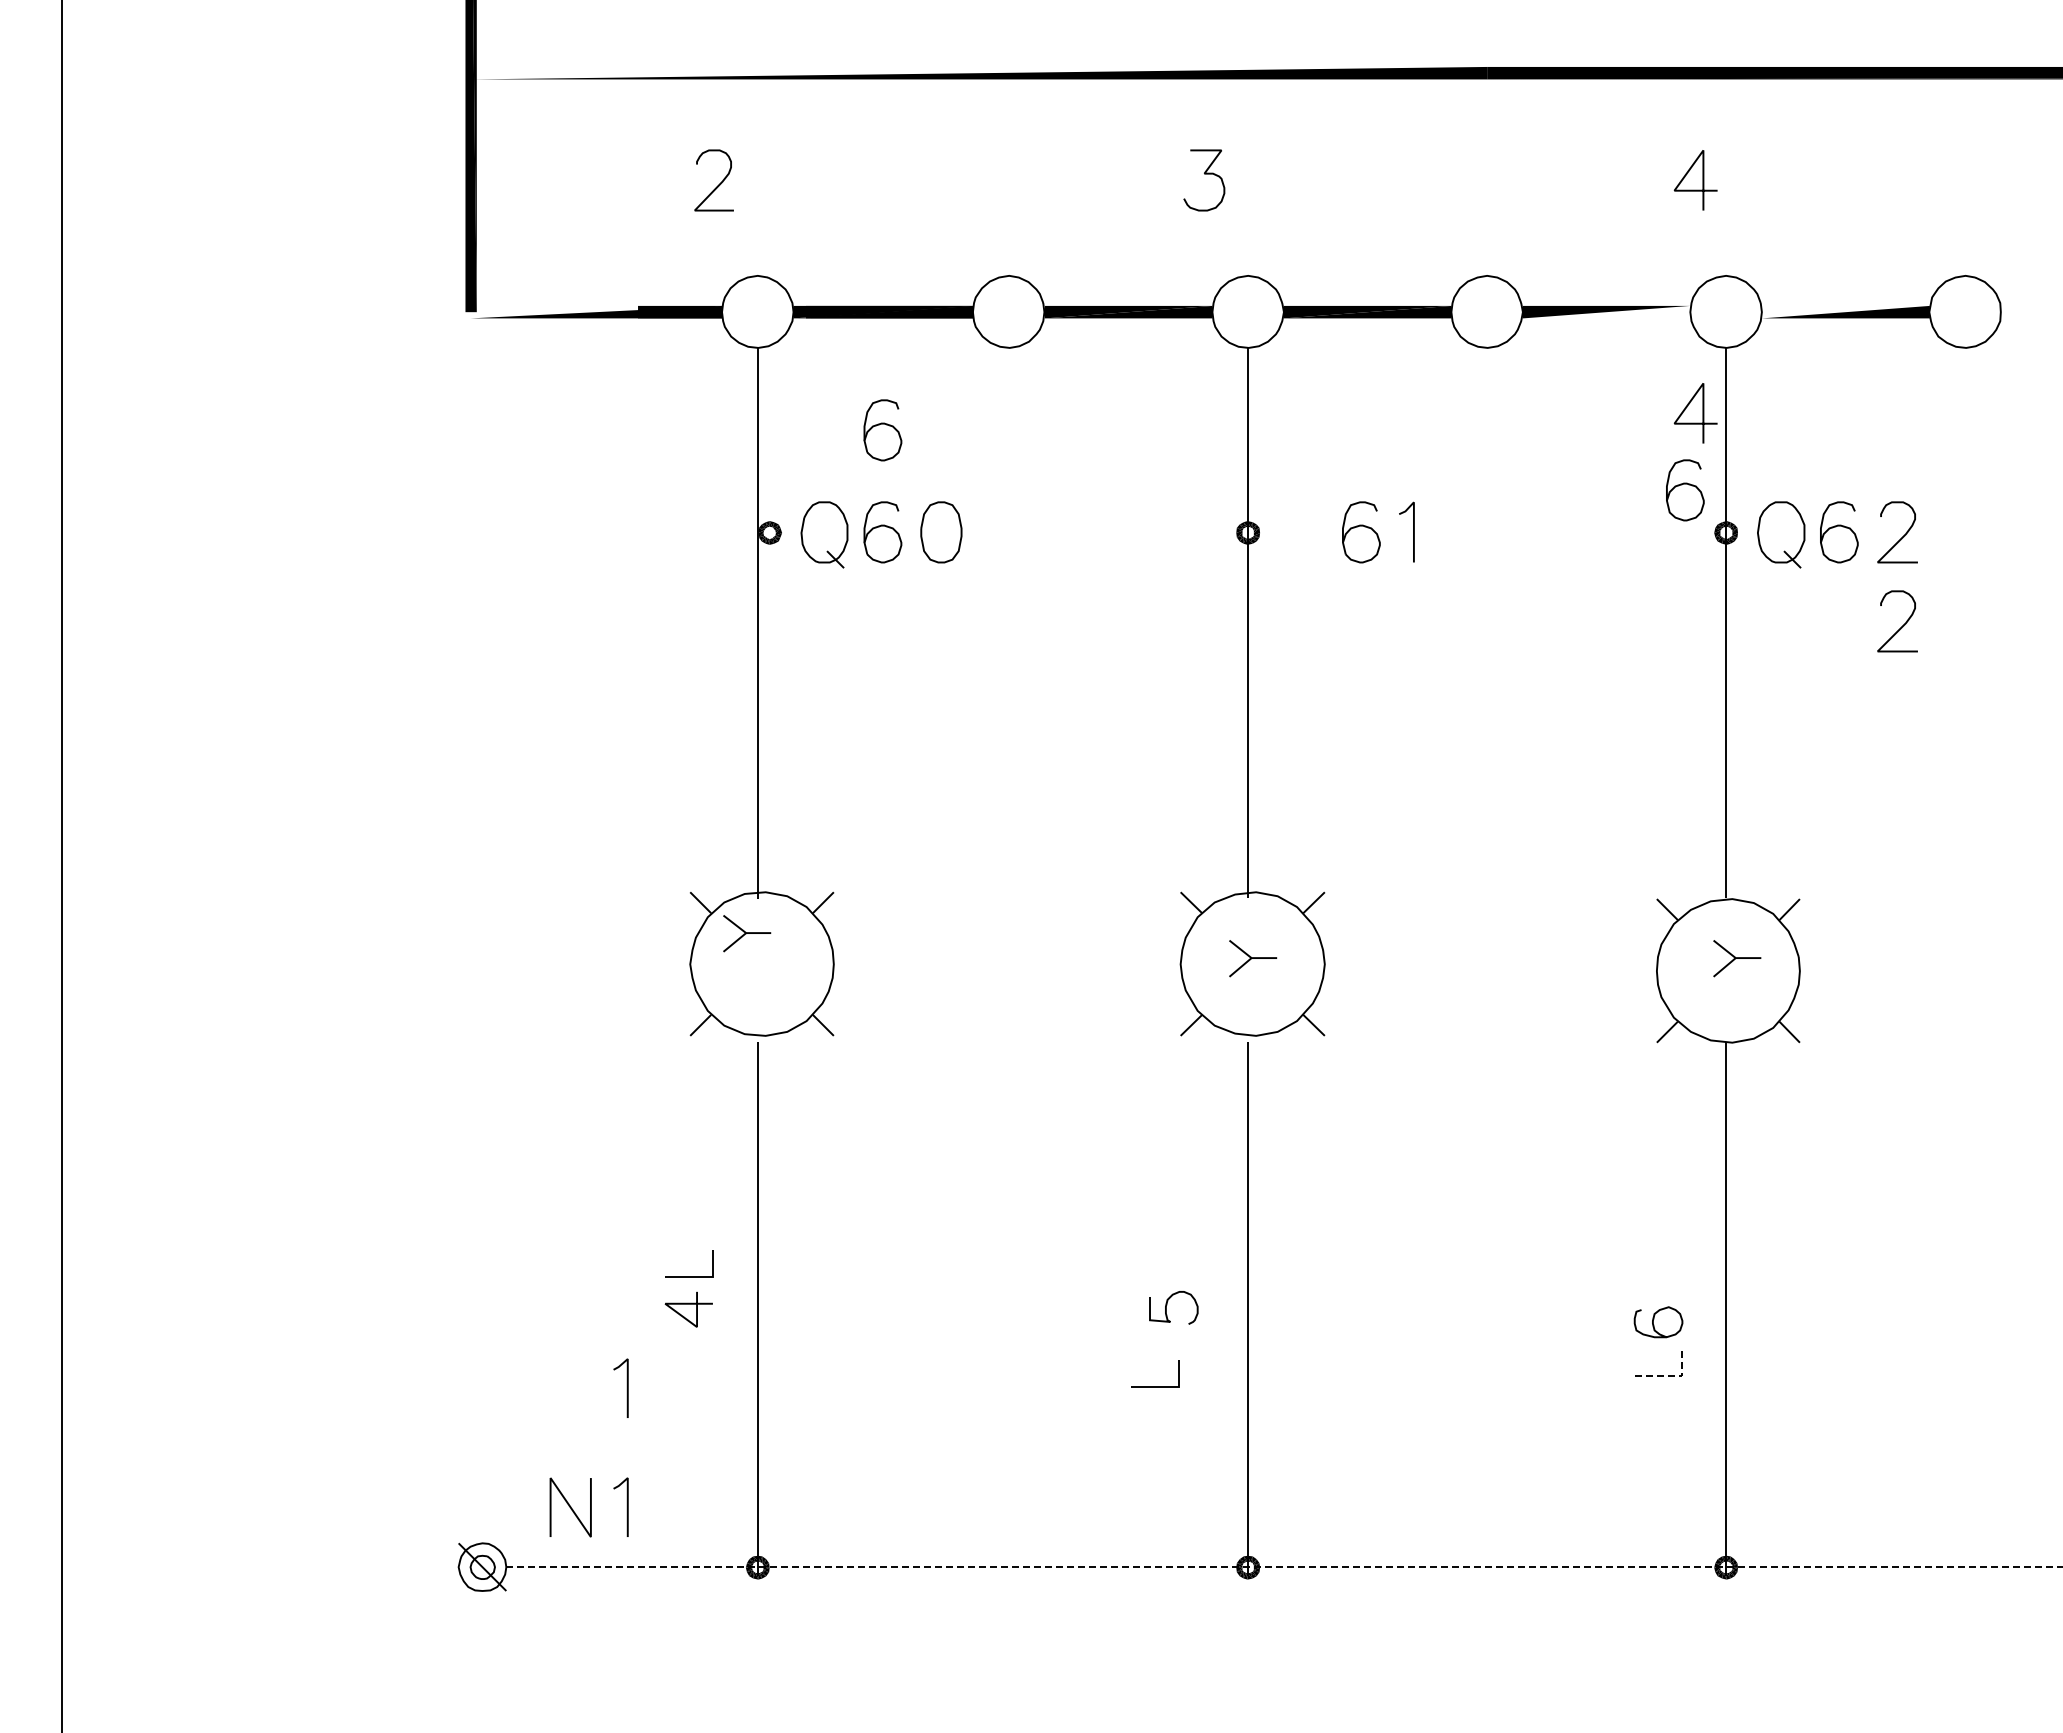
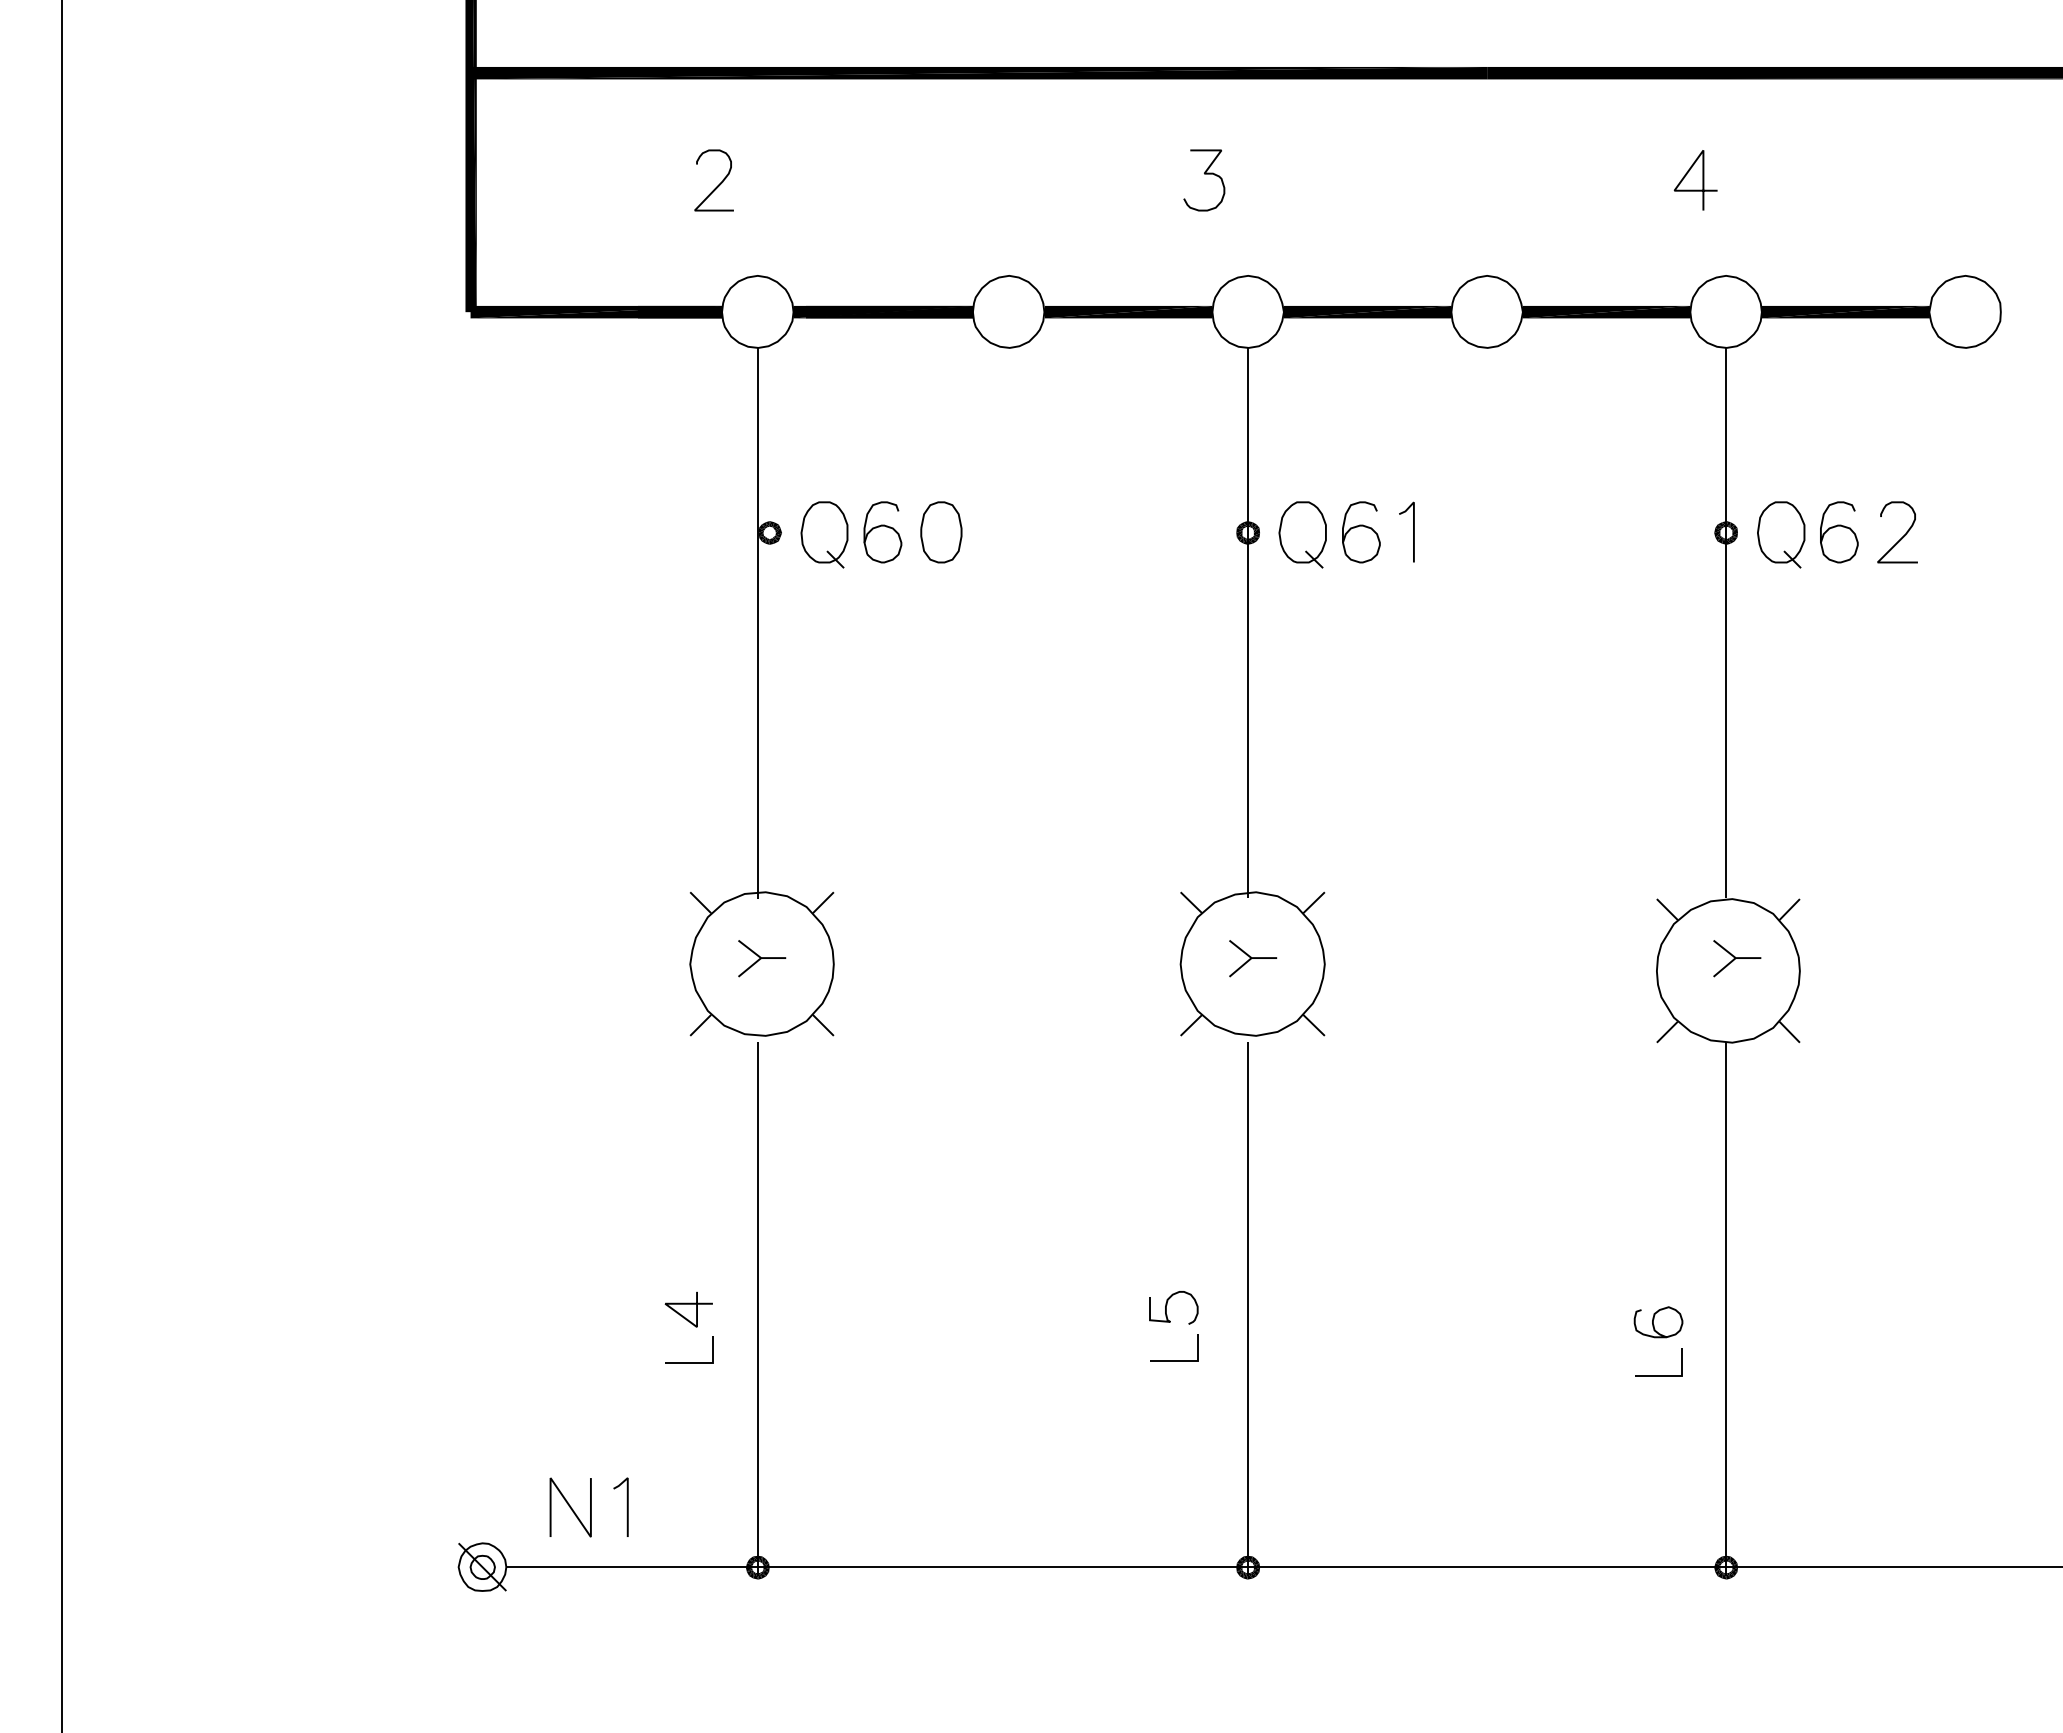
fill at (978, 72): none -> present
fill at (596, 311): none -> present
fill at (1606, 311): none -> present
fill at (1845, 311): none -> present
line at (1702, 413): present -> none
part at (882, 430): present -> none
curve at (1688, 485): present -> none
part at (1302, 534): none -> present
curve at (1902, 625): present -> none
part at (747, 933) position: (747, 933) -> (762, 958)
line at (689, 1276) position: (689, 1276) -> (689, 1362)
line at (1673, 1375): dashed -> solid
line at (1155, 1386) position: (1155, 1386) -> (1174, 1360)
line at (626, 1387): present -> none
line at (1285, 1567): dashed -> solid
